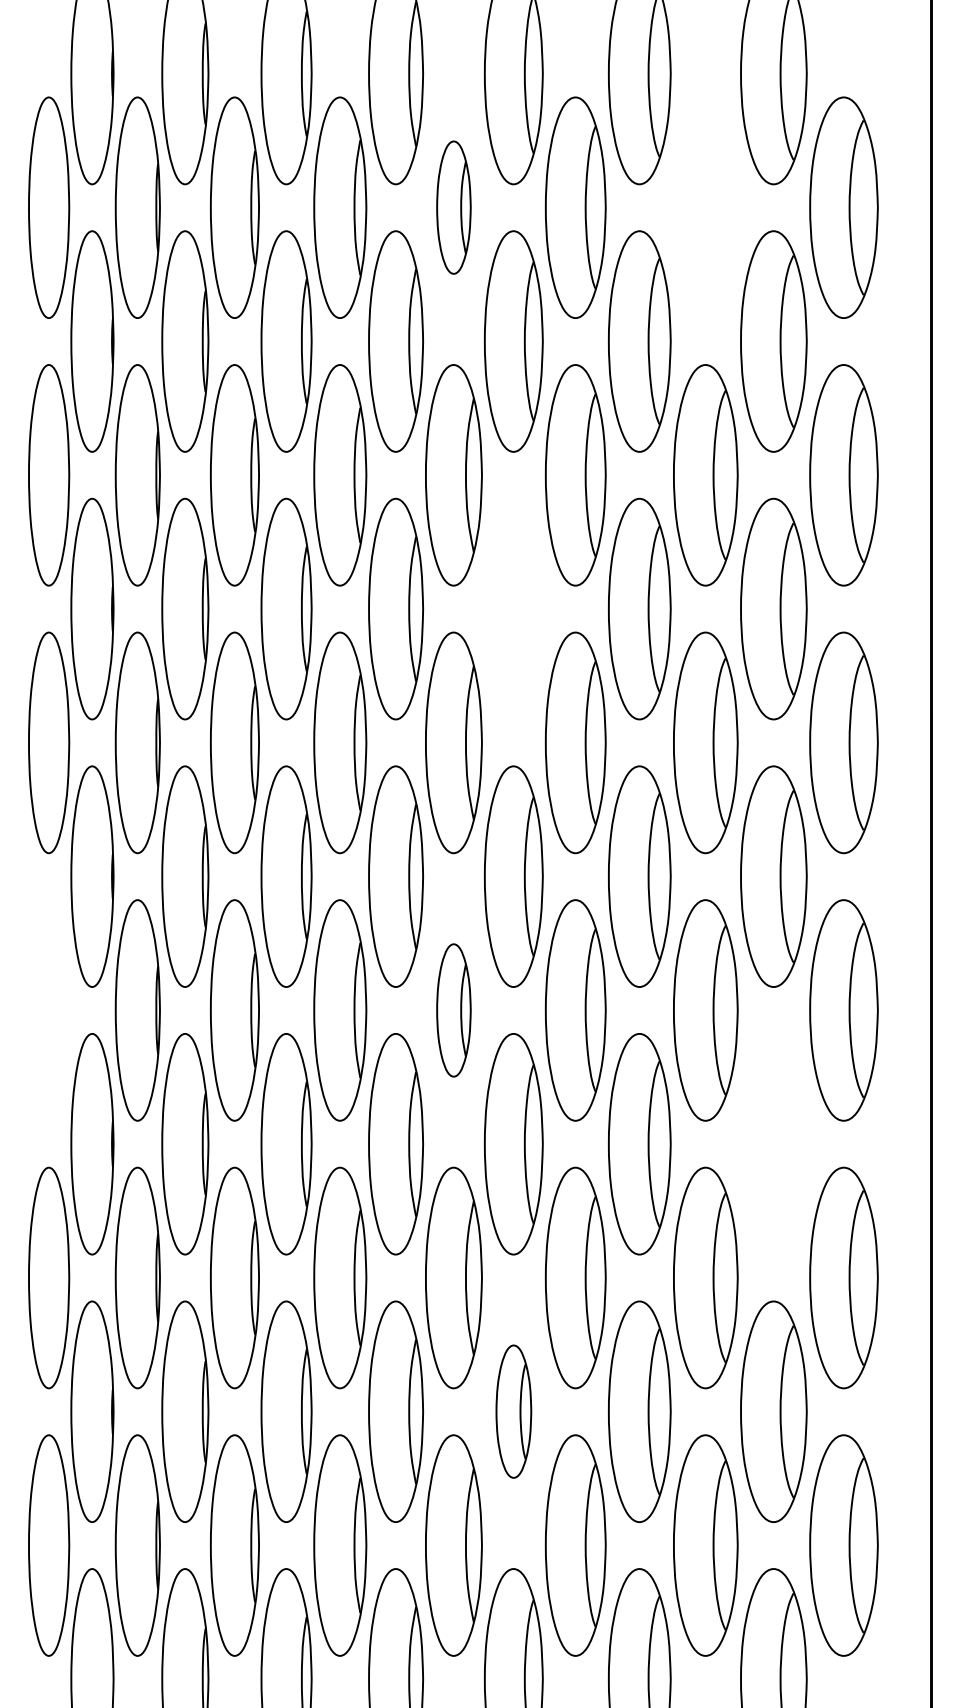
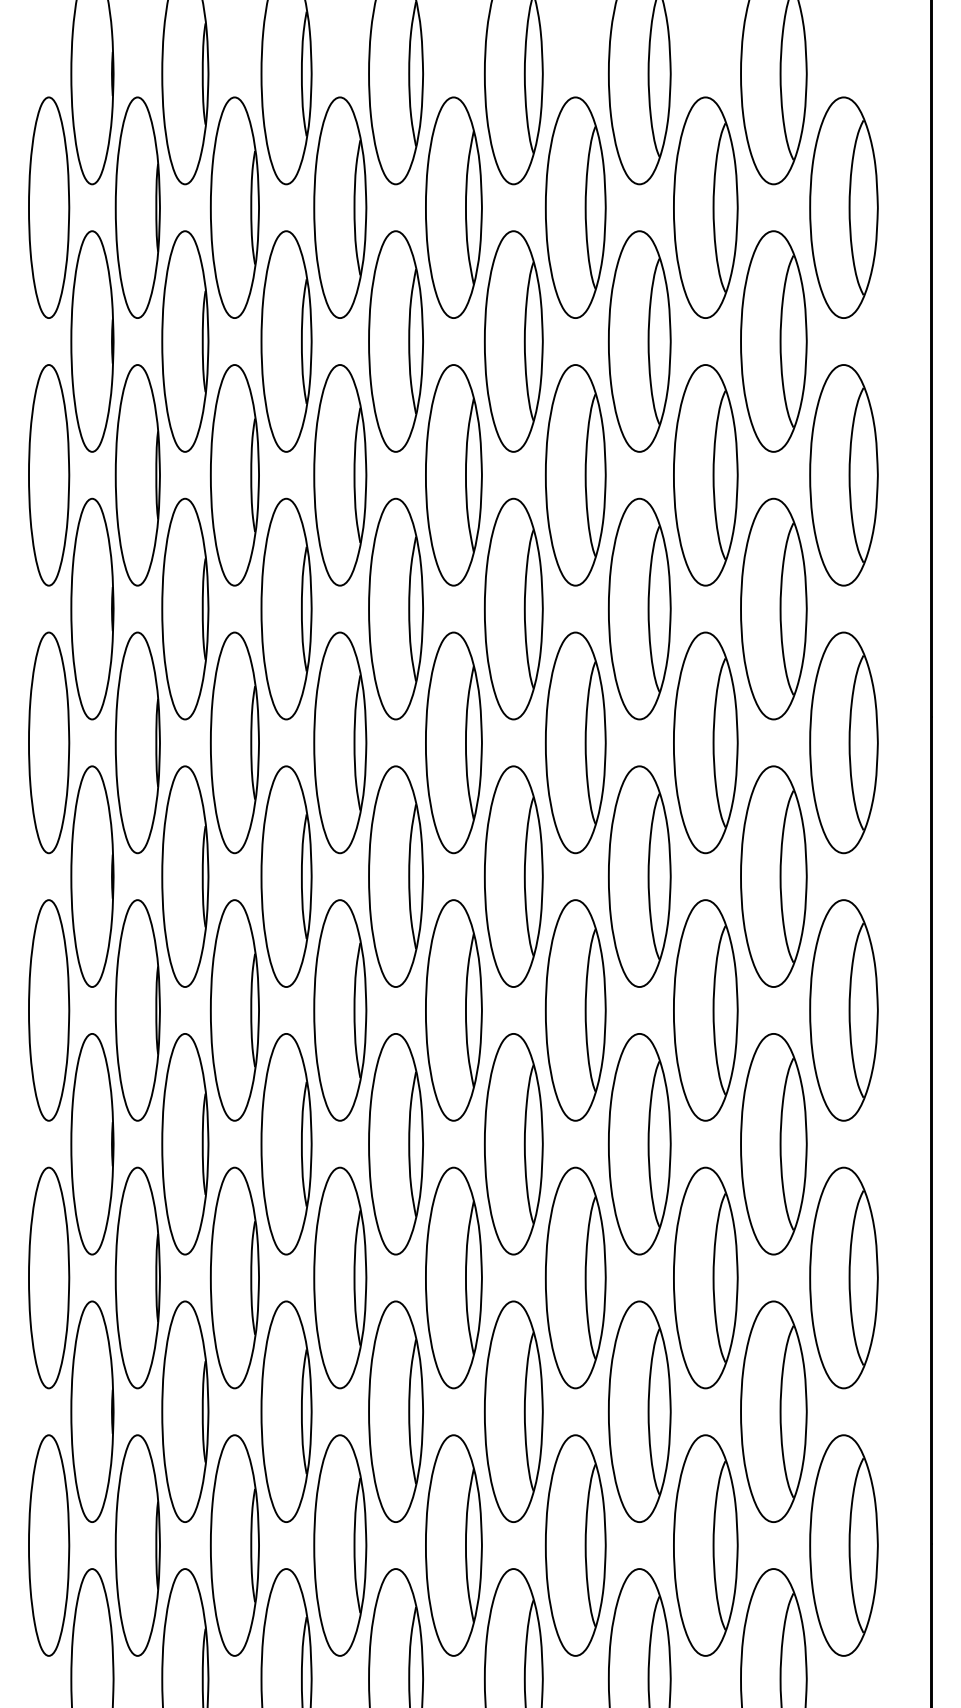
part at (453, 207) size: 36x135 px -> 58x223 px
part at (705, 207): none -> present
part at (513, 608): none -> present
part at (49, 1010): none -> present
part at (453, 1010) size: 36x135 px -> 58x223 px
part at (773, 1144): none -> present
part at (513, 1411) size: 38x135 px -> 60x223 px
